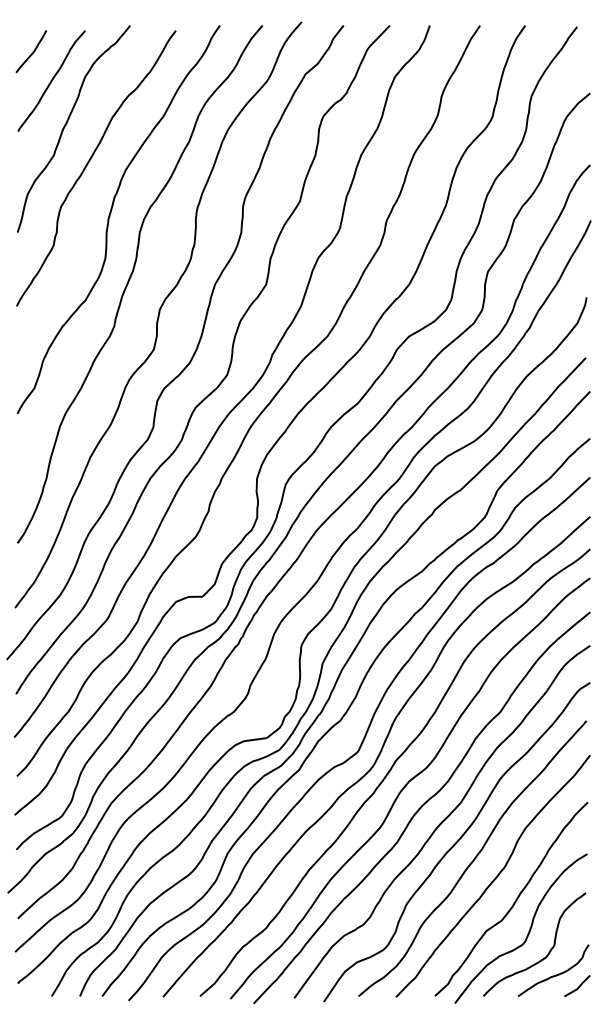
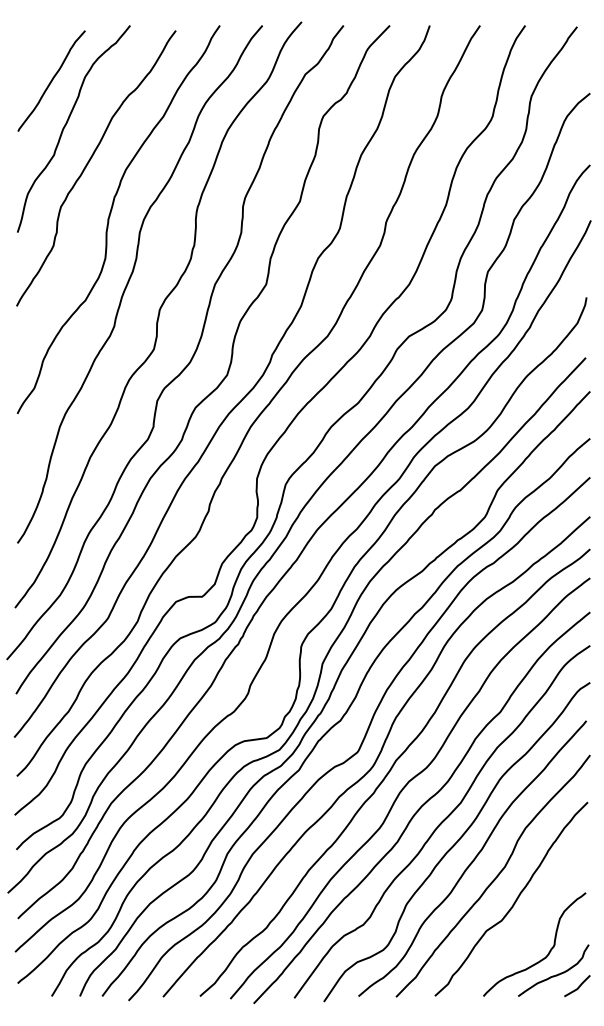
curve at (32, 52): present -> none
curve at (528, 931): present -> none
